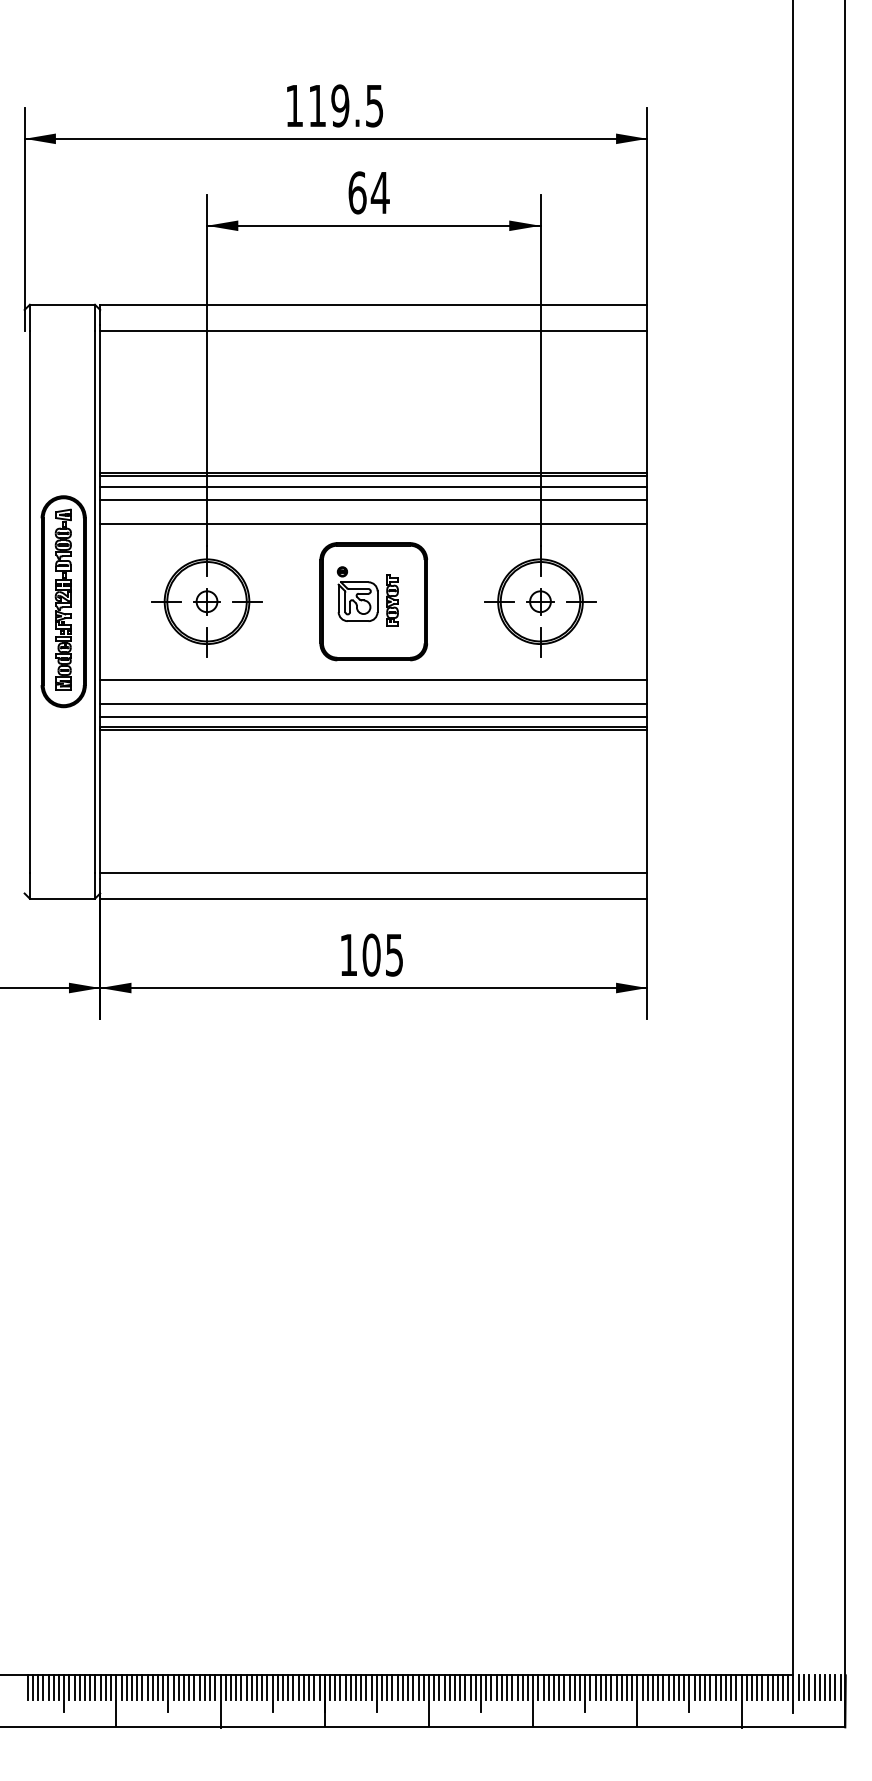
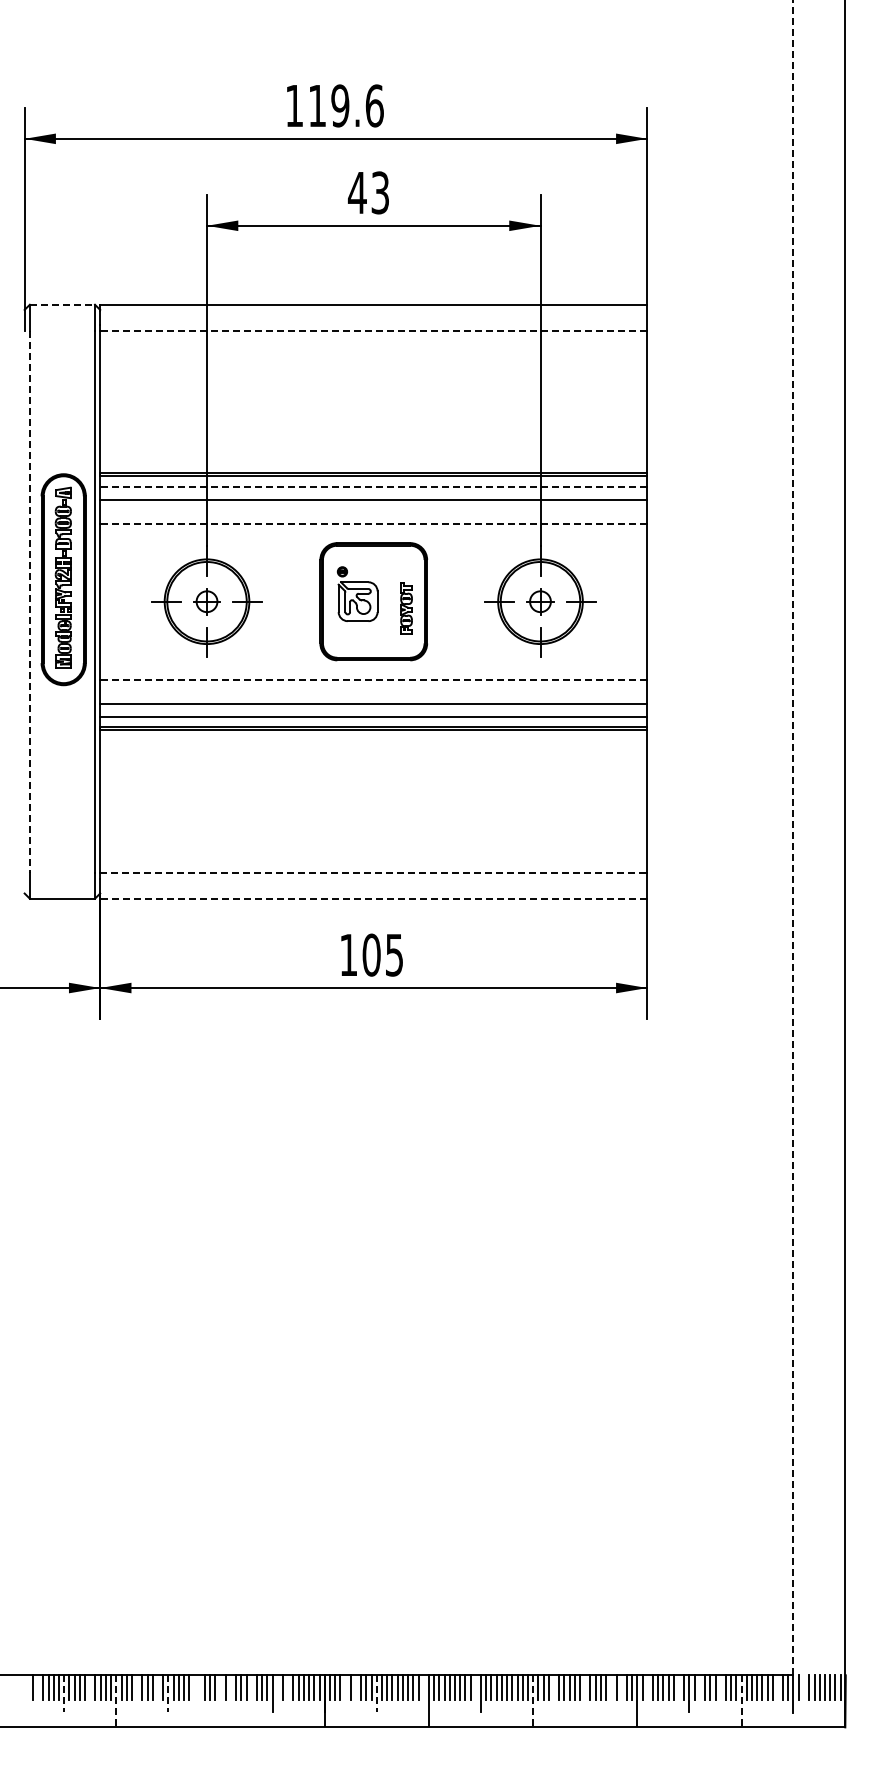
text at (374, 105): 119.5 -> 119.6
text at (368, 192): 64 -> 43
line at (62, 304): solid -> dashed
line at (373, 330): solid -> dashed
line at (373, 486): solid -> dashed
line at (373, 523): solid -> dashed
part at (392, 600) position: (392, 600) -> (406, 608)
line at (29, 601): solid -> dashed
part at (63, 601) position: (63, 601) -> (63, 579)
line at (373, 679): solid -> dashed
line at (793, 837): solid -> dashed
line at (373, 872): solid -> dashed
line at (373, 898): solid -> dashed
line at (27, 1687): present -> none
line at (38, 1687): present -> none
line at (90, 1687): present -> none
line at (137, 1687): present -> none
line at (158, 1687): present -> none
line at (194, 1687): present -> none
line at (199, 1687): present -> none
line at (230, 1687): present -> none
line at (251, 1687): present -> none
line at (277, 1687): present -> none
line at (288, 1687): present -> none
line at (345, 1687): present -> none
line at (356, 1687): present -> none
line at (423, 1687): present -> none
line at (475, 1687): present -> none
line at (554, 1687): present -> none
line at (611, 1687): present -> none
line at (621, 1687): present -> none
line at (647, 1687): present -> none
line at (679, 1687): present -> none
line at (699, 1687): present -> none
line at (720, 1687): present -> none
line at (778, 1687): present -> none
line at (804, 1687): present -> none
line at (585, 1693): present -> none
line at (64, 1694): solid -> dashed
line at (168, 1694): solid -> dashed
line at (376, 1694): solid -> dashed
line at (116, 1701): solid -> dashed
line at (220, 1701): present -> none
line at (533, 1701): solid -> dashed
line at (741, 1702): solid -> dashed
